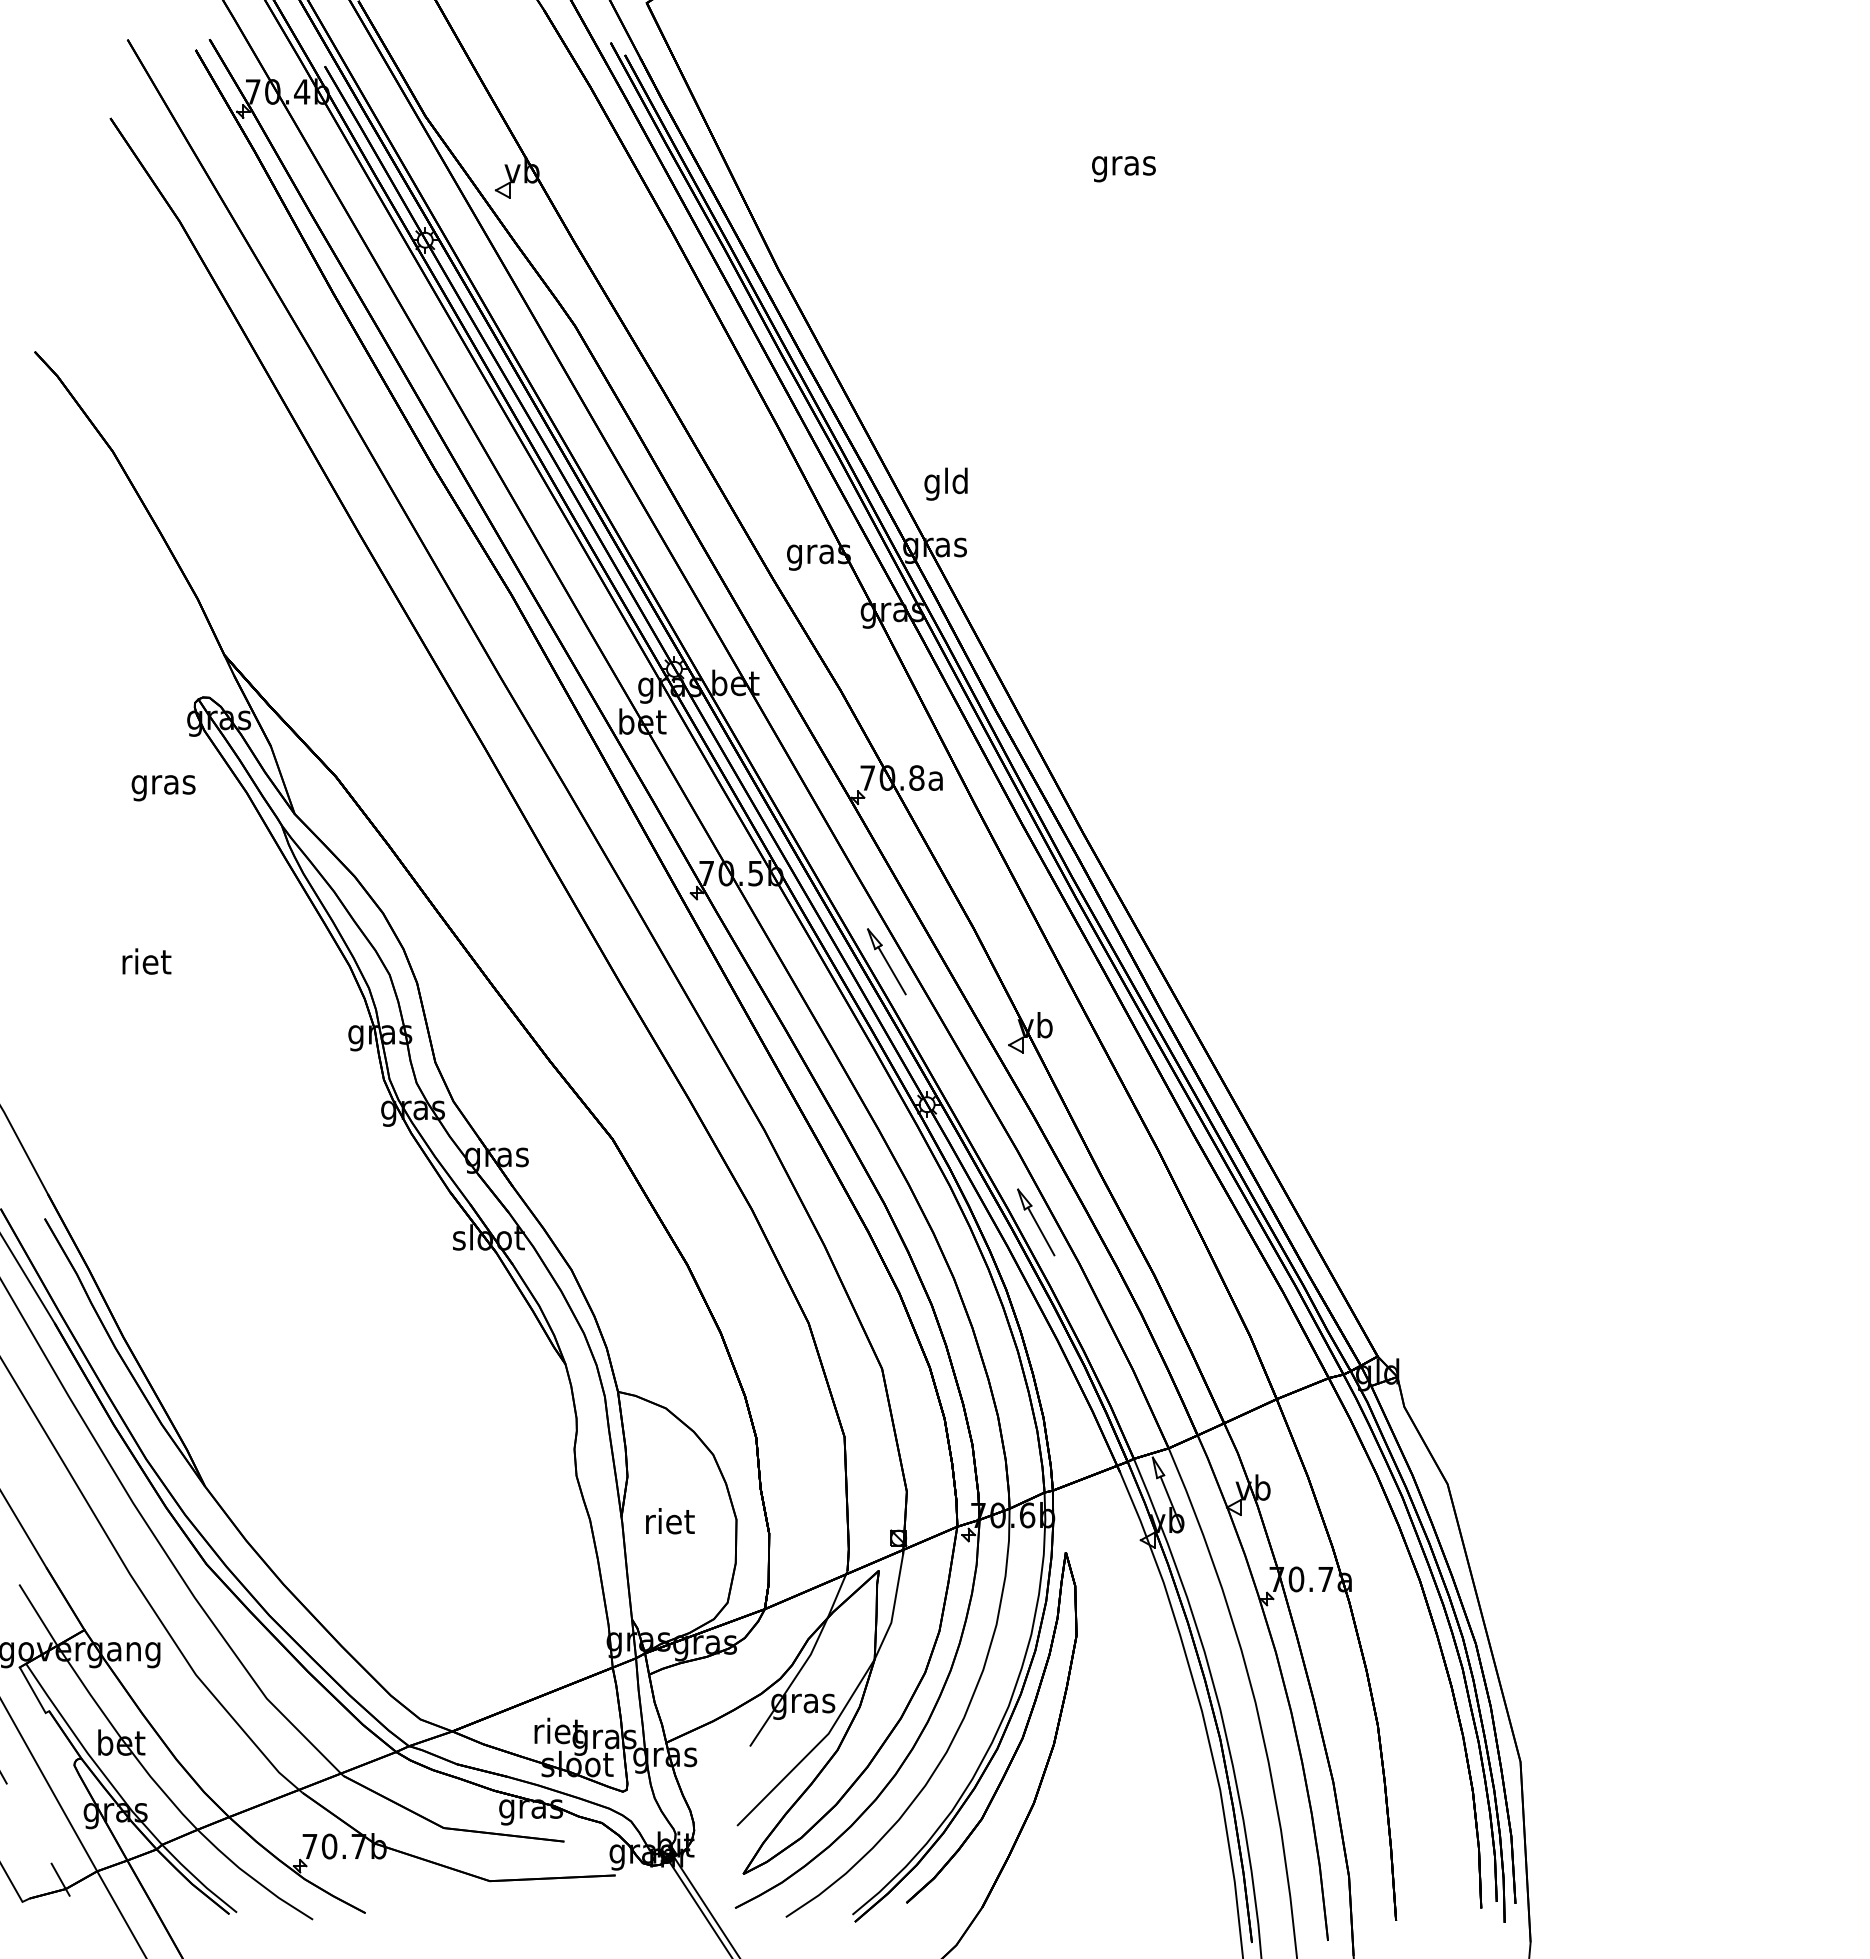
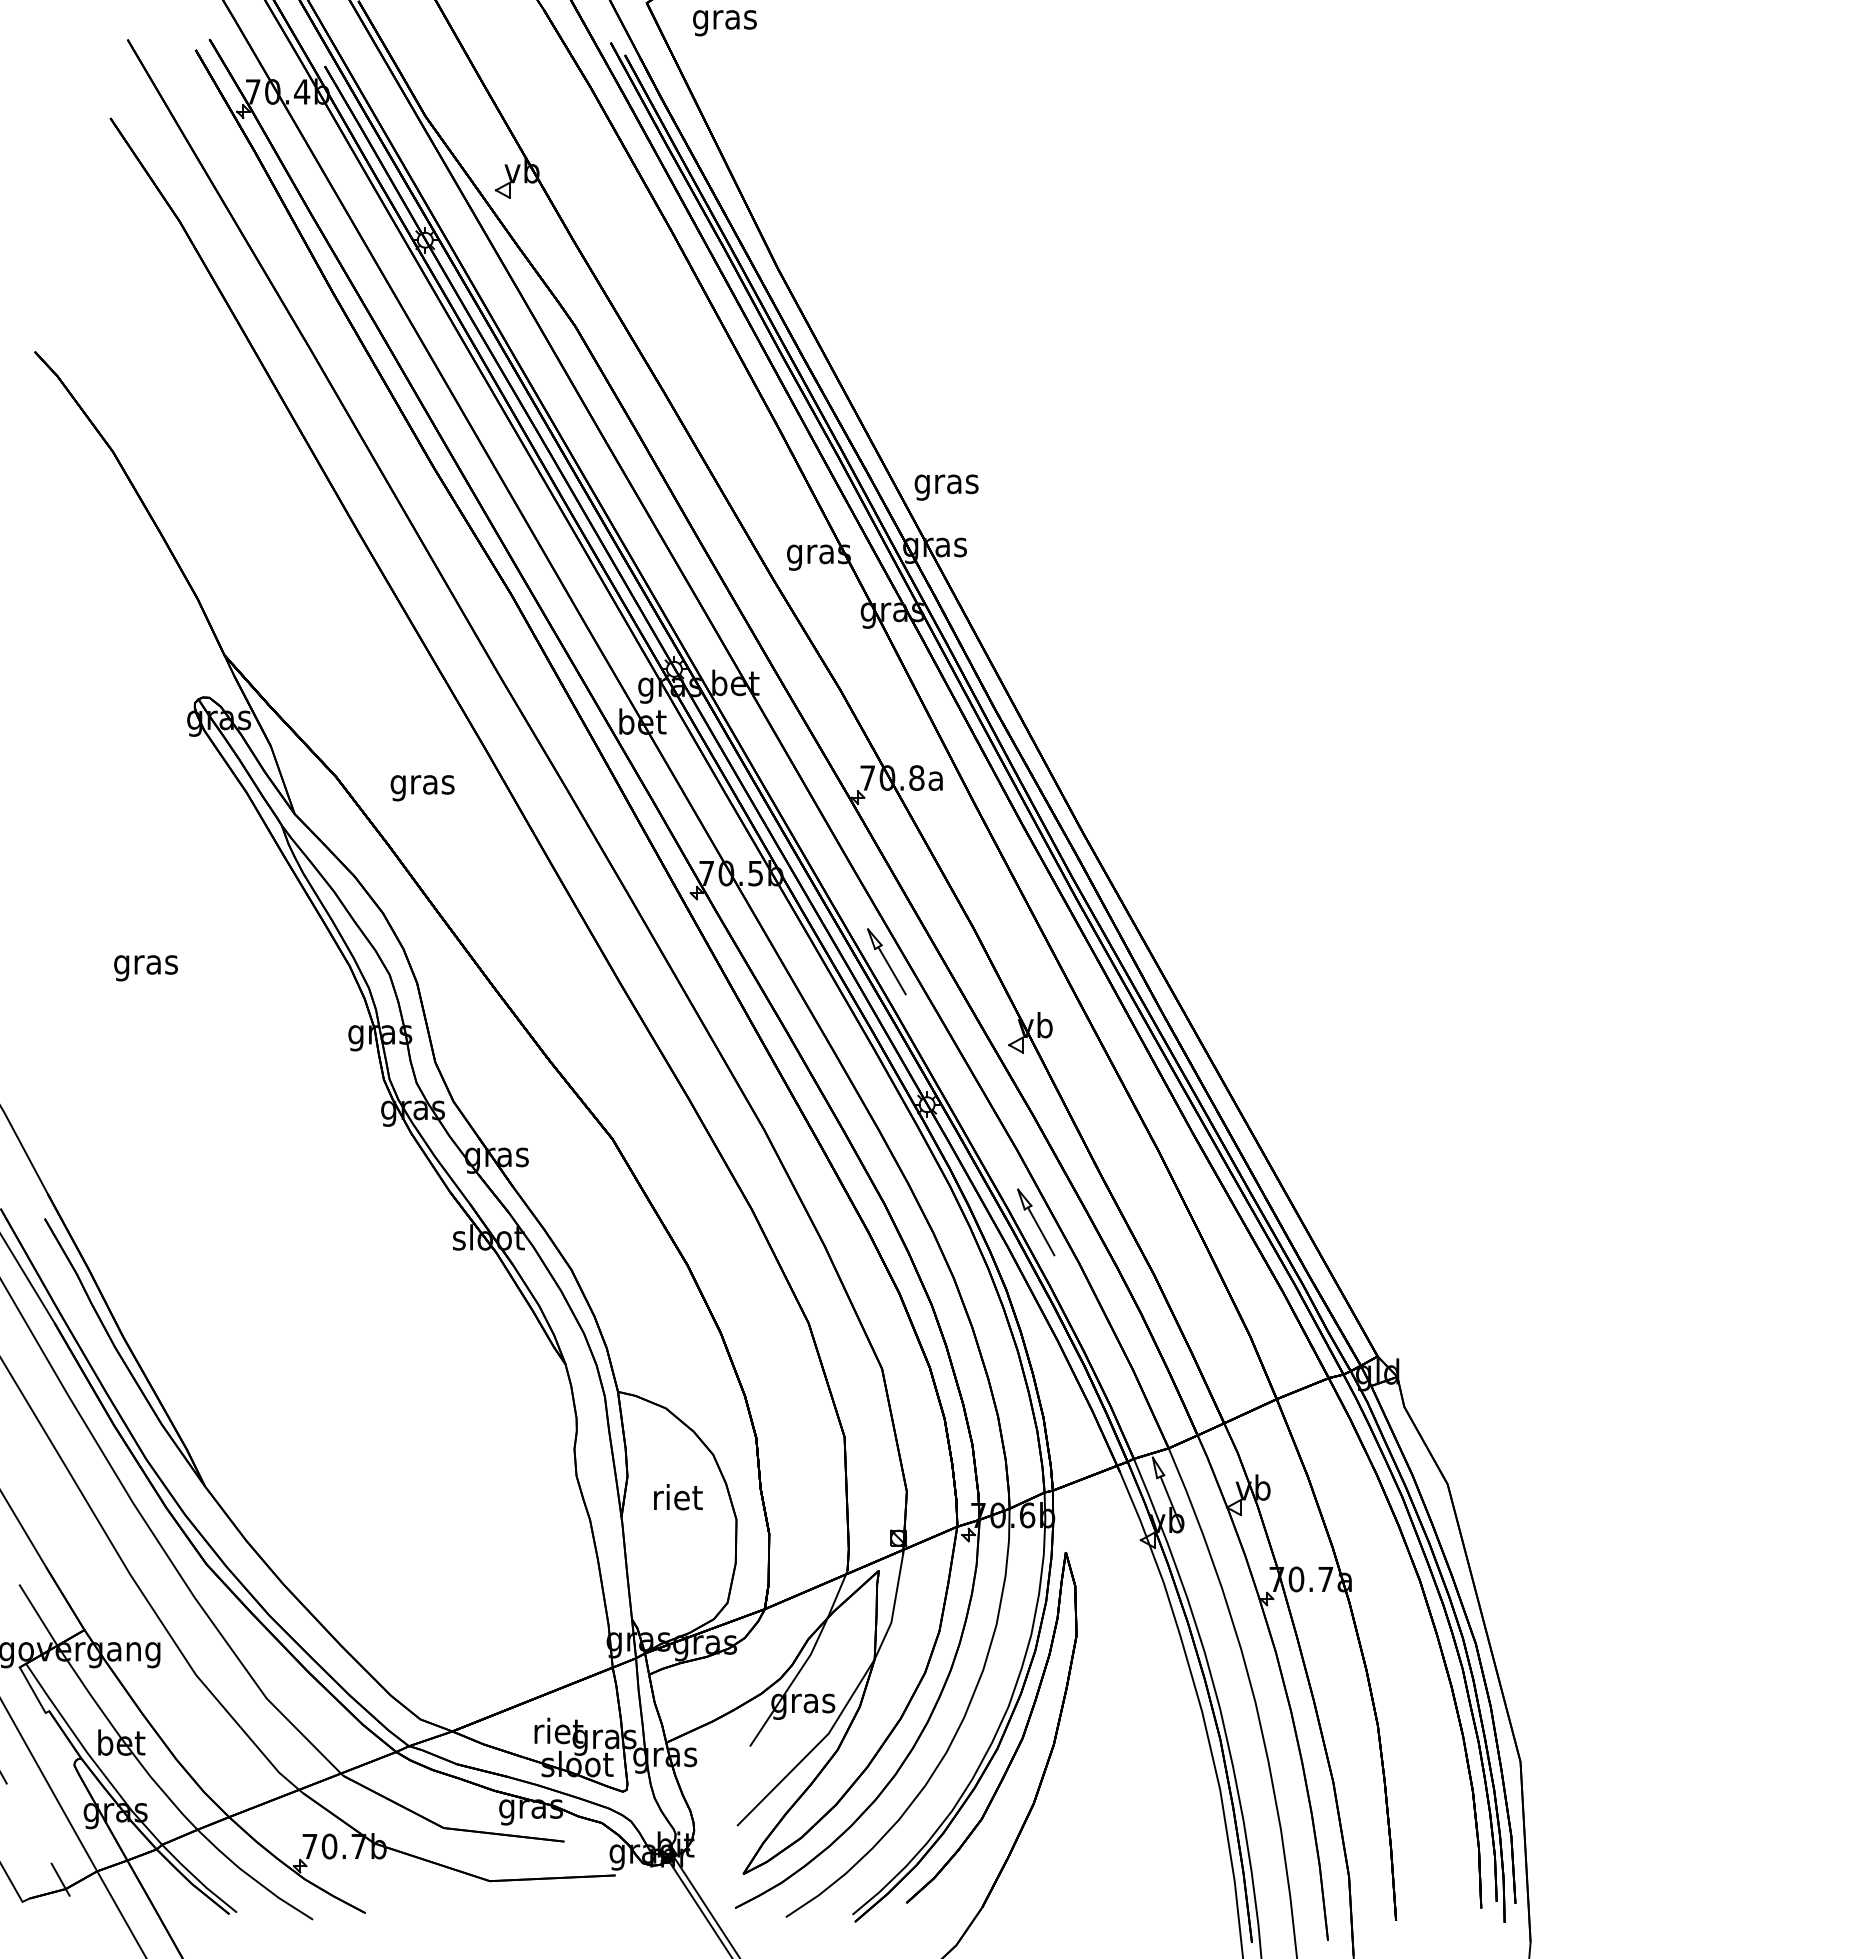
text at (1123, 169) position: (1123, 169) -> (724, 23)
text at (946, 483): gld -> gras
text at (163, 788) position: (163, 788) -> (422, 788)
text at (145, 964): riet -> gras
text at (670, 1521) position: (670, 1521) -> (678, 1497)
